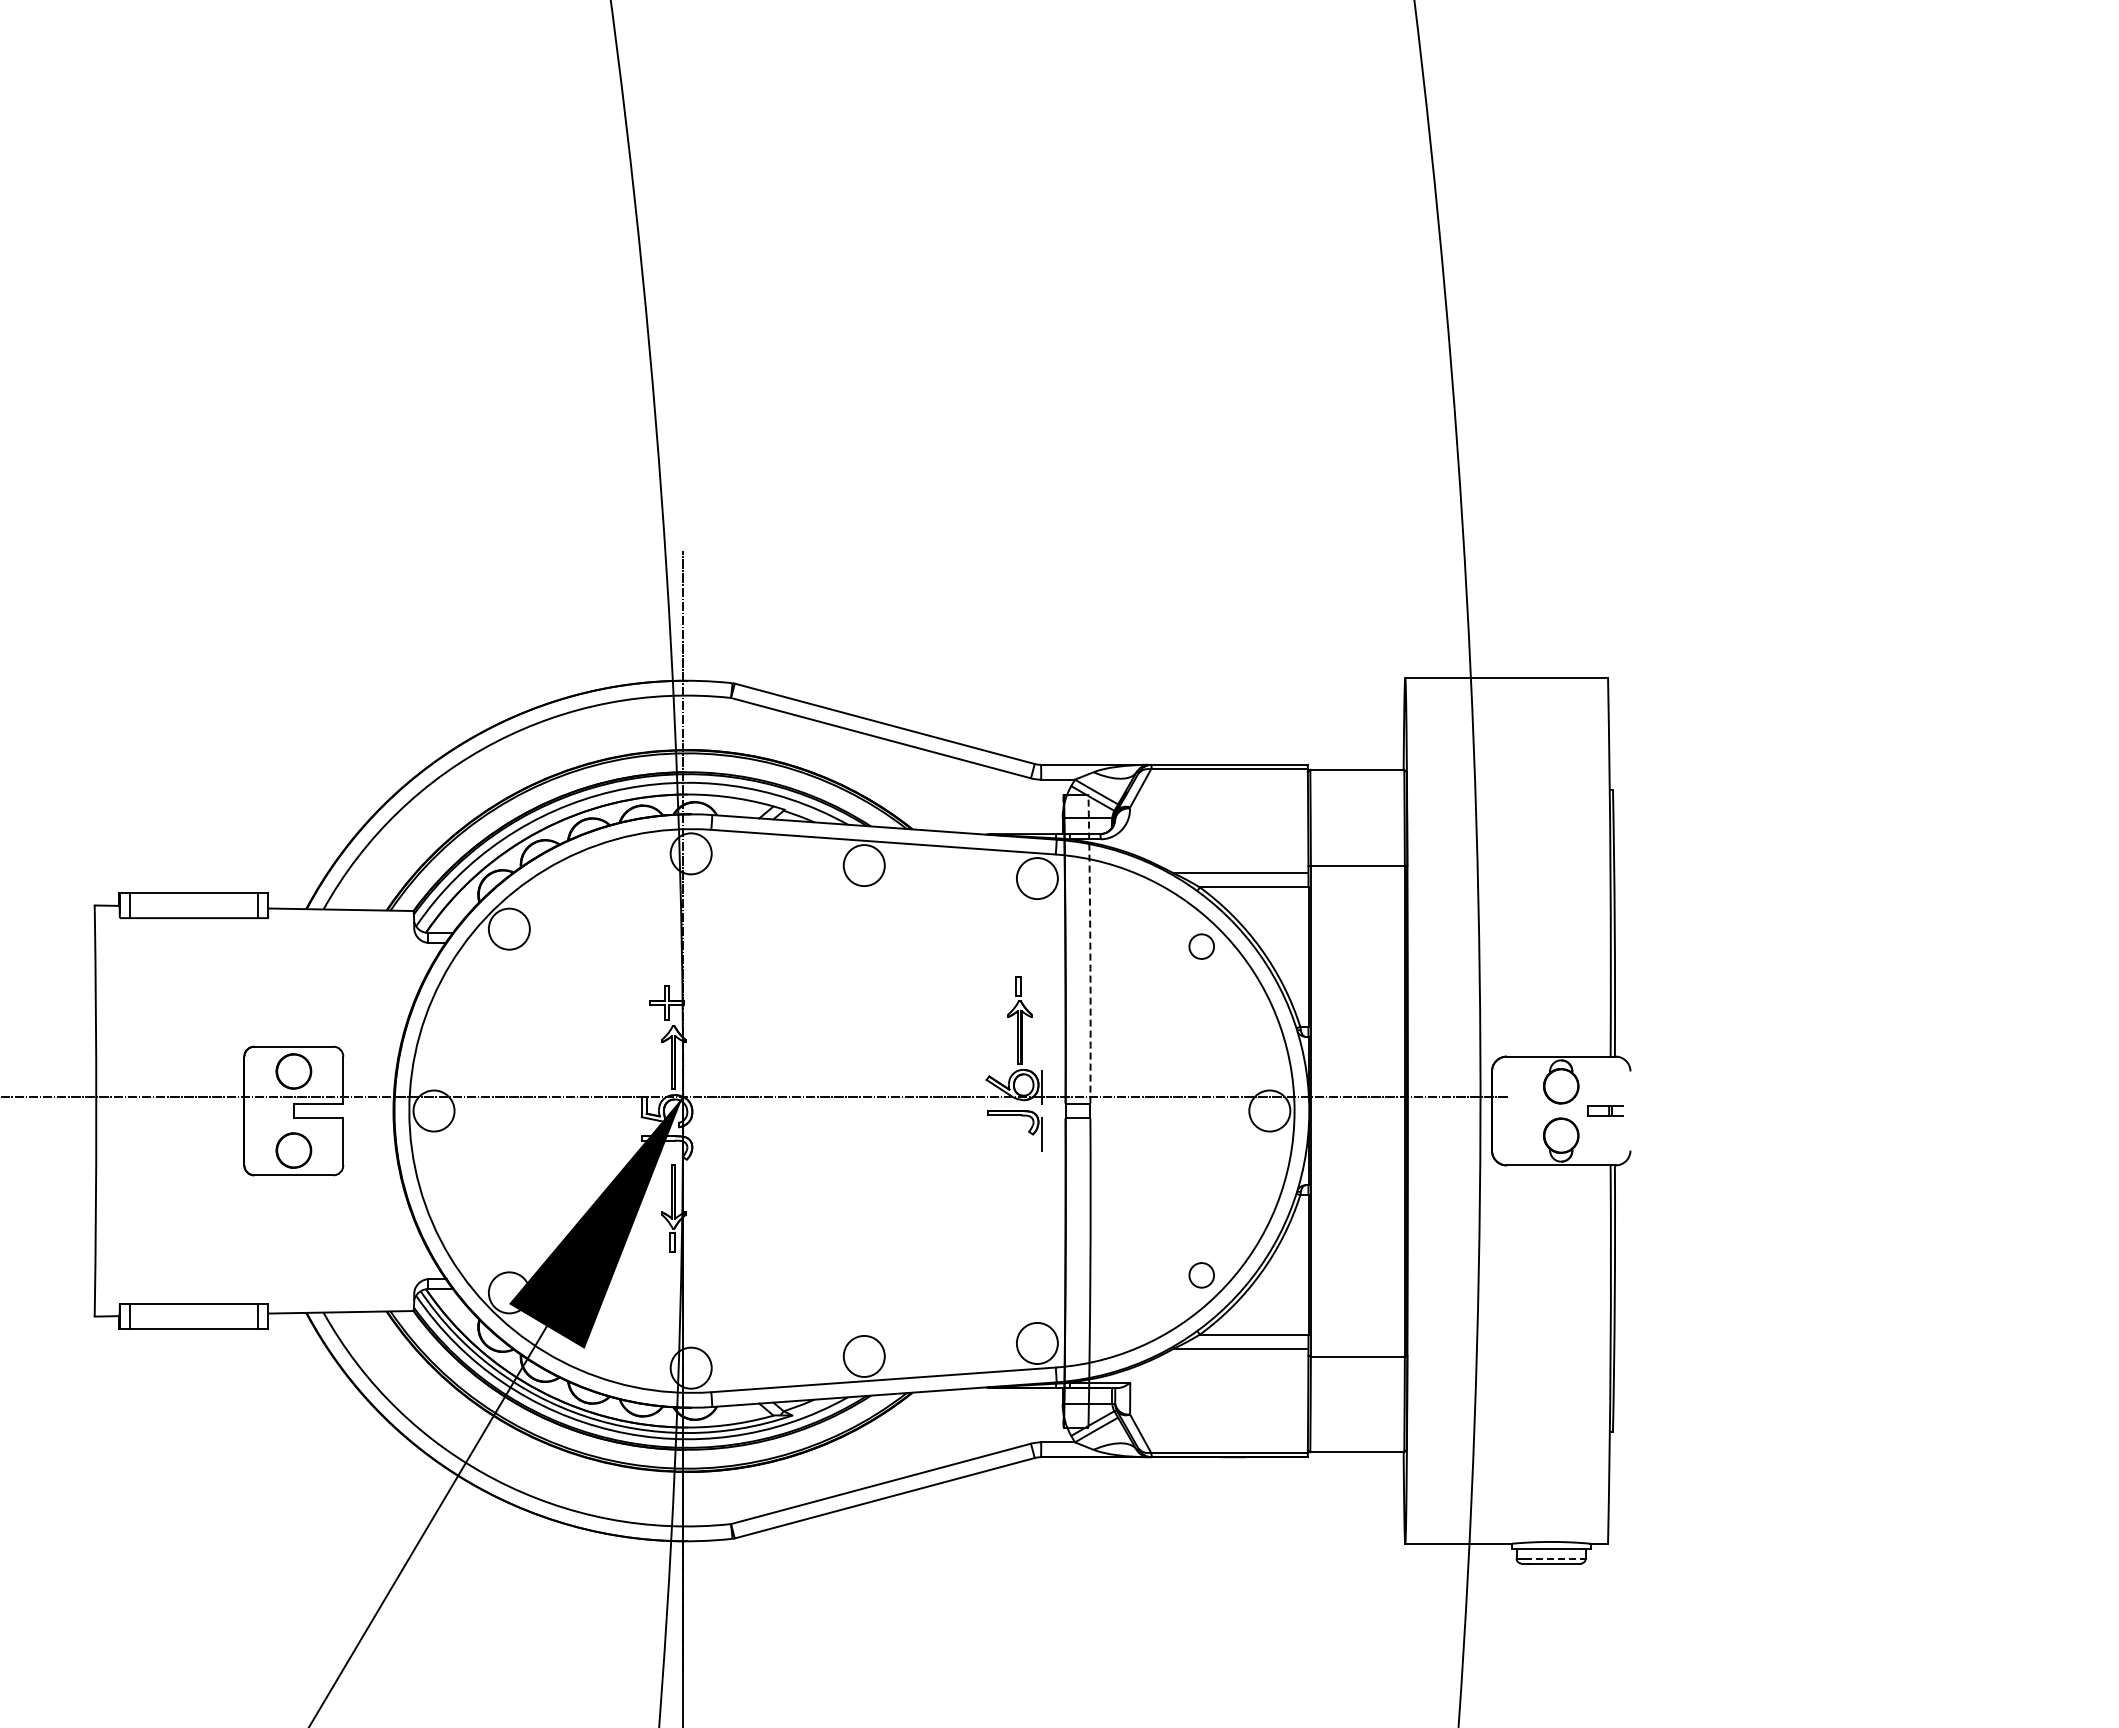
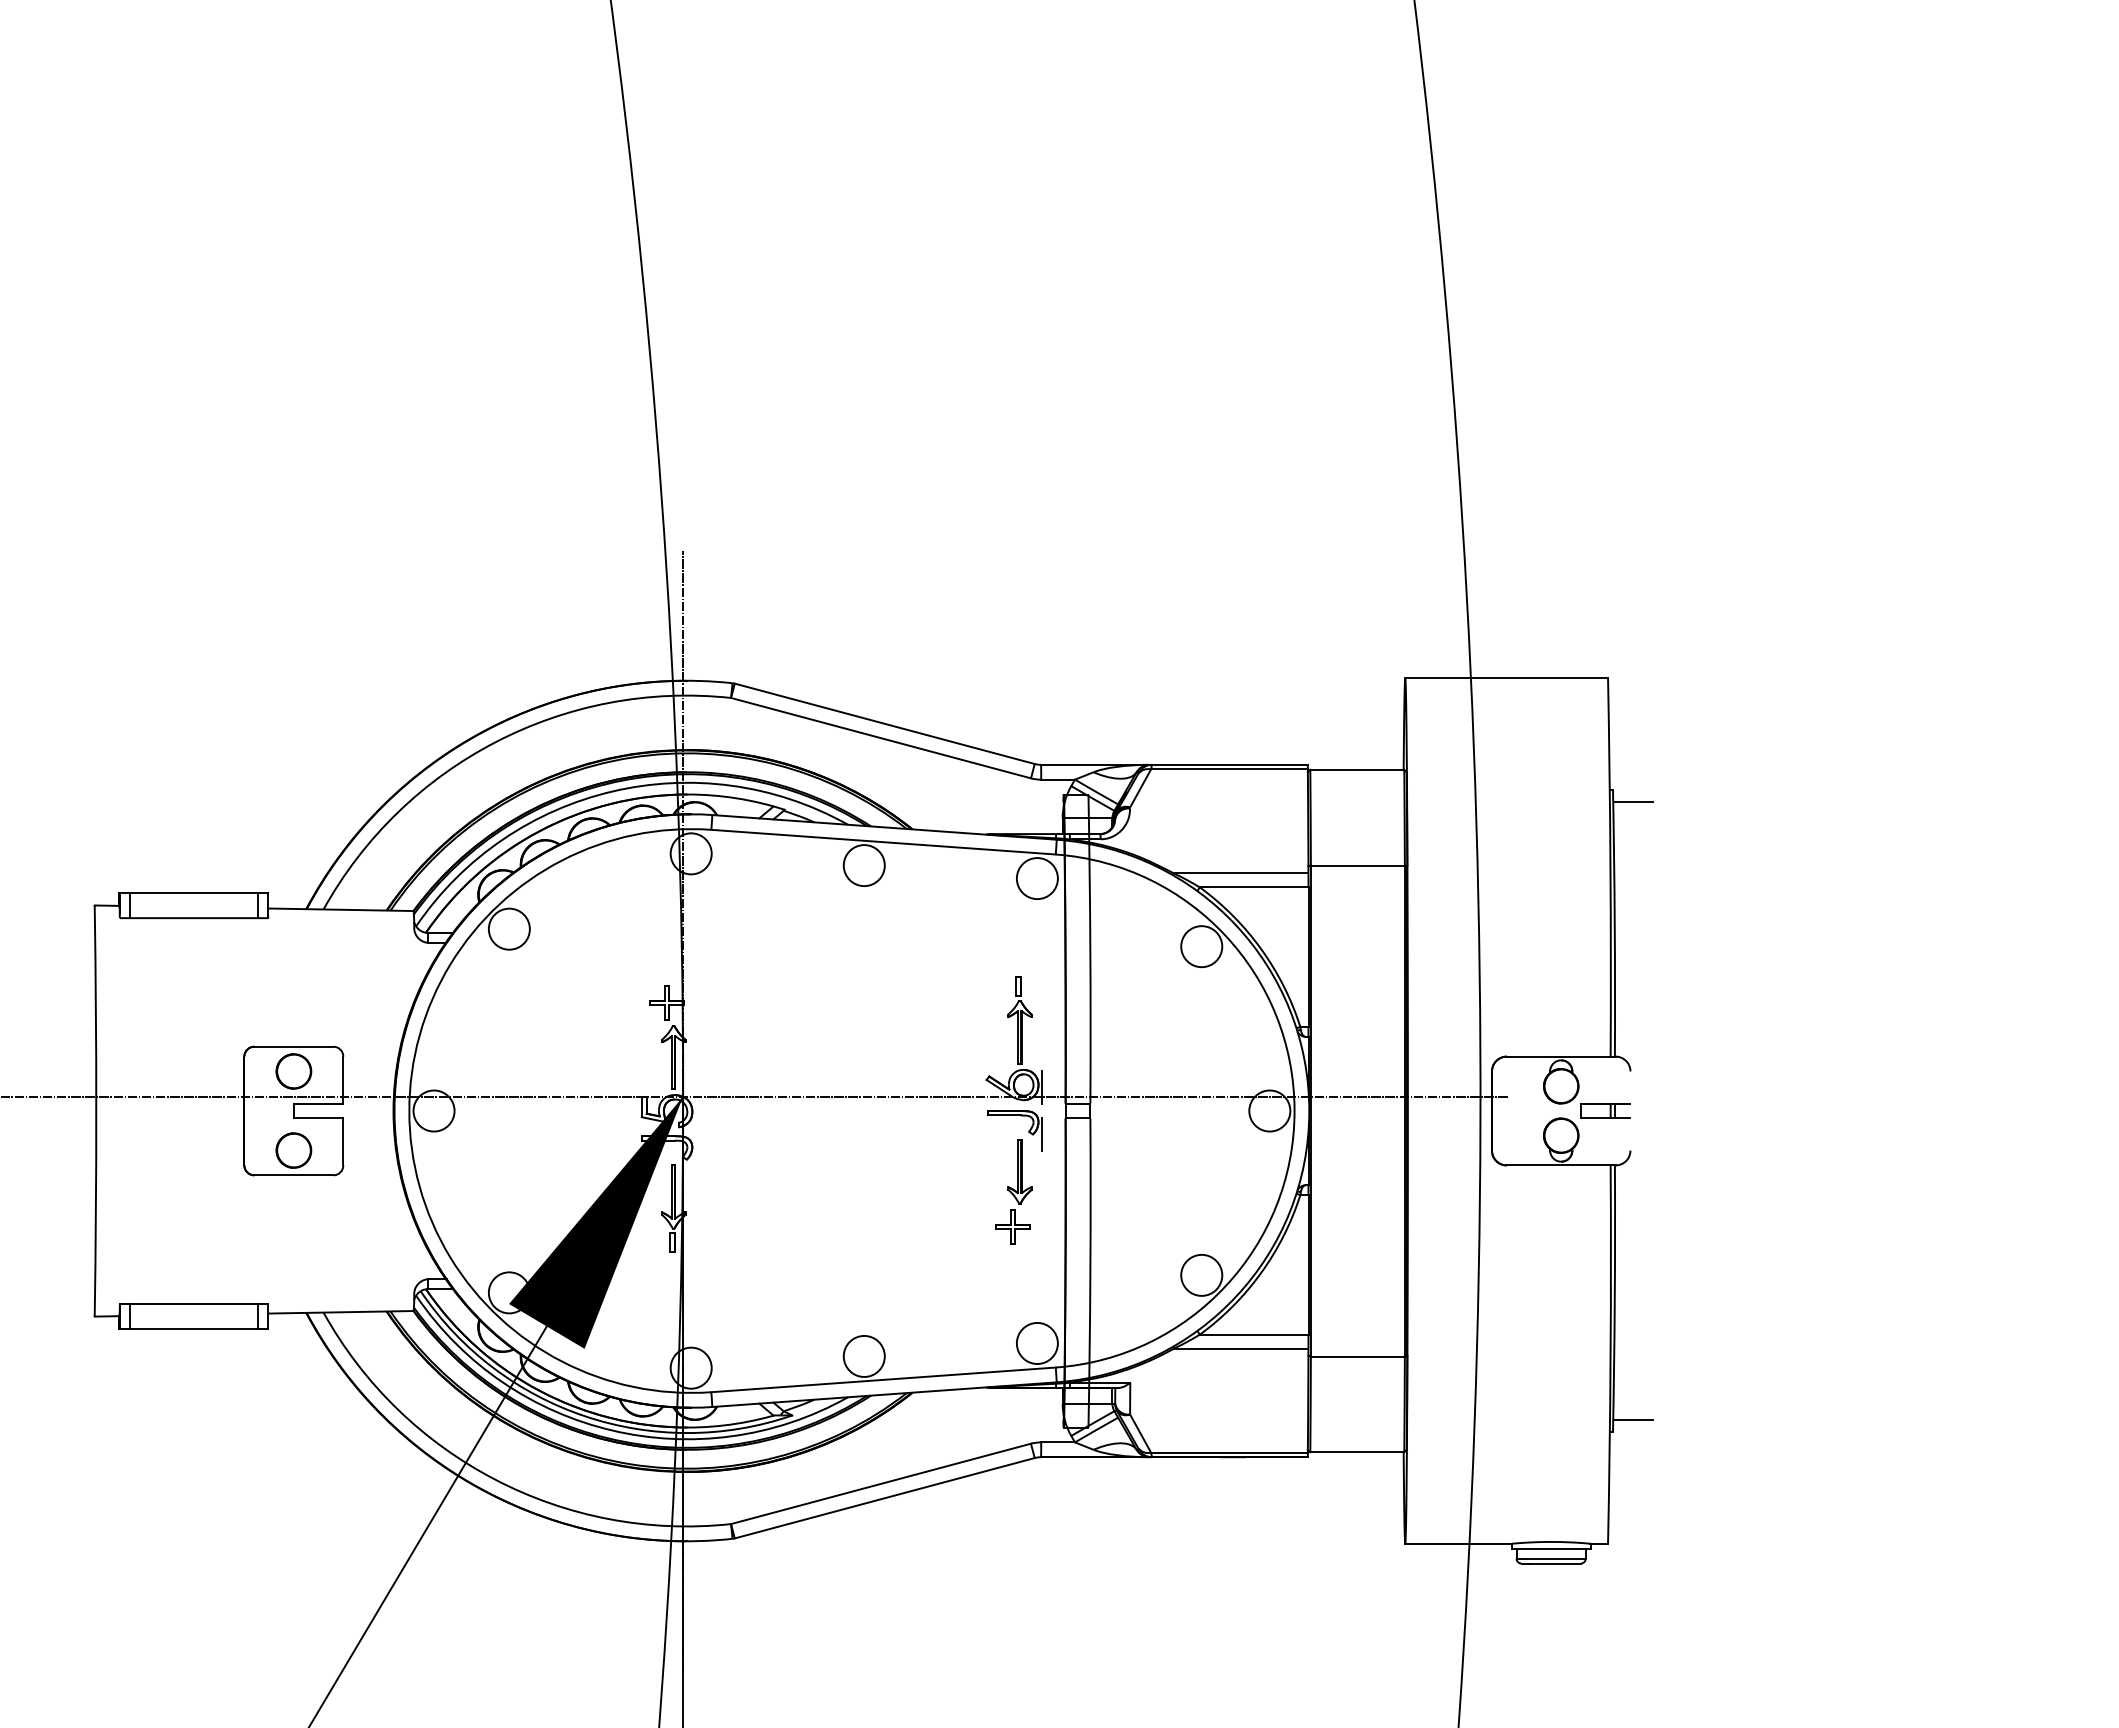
line at (1632, 801): none -> present
circle at (1201, 946) diameter: 25 px -> 41 px
arc at (1090, 949): dashed -> solid
part at (1605, 1110) size: 37x12 px -> 51x16 px
part at (1013, 1191): none -> present
circle at (1201, 1275) diameter: 25 px -> 41 px
line at (1632, 1420): none -> present
line at (1555, 1558): dashed -> solid
